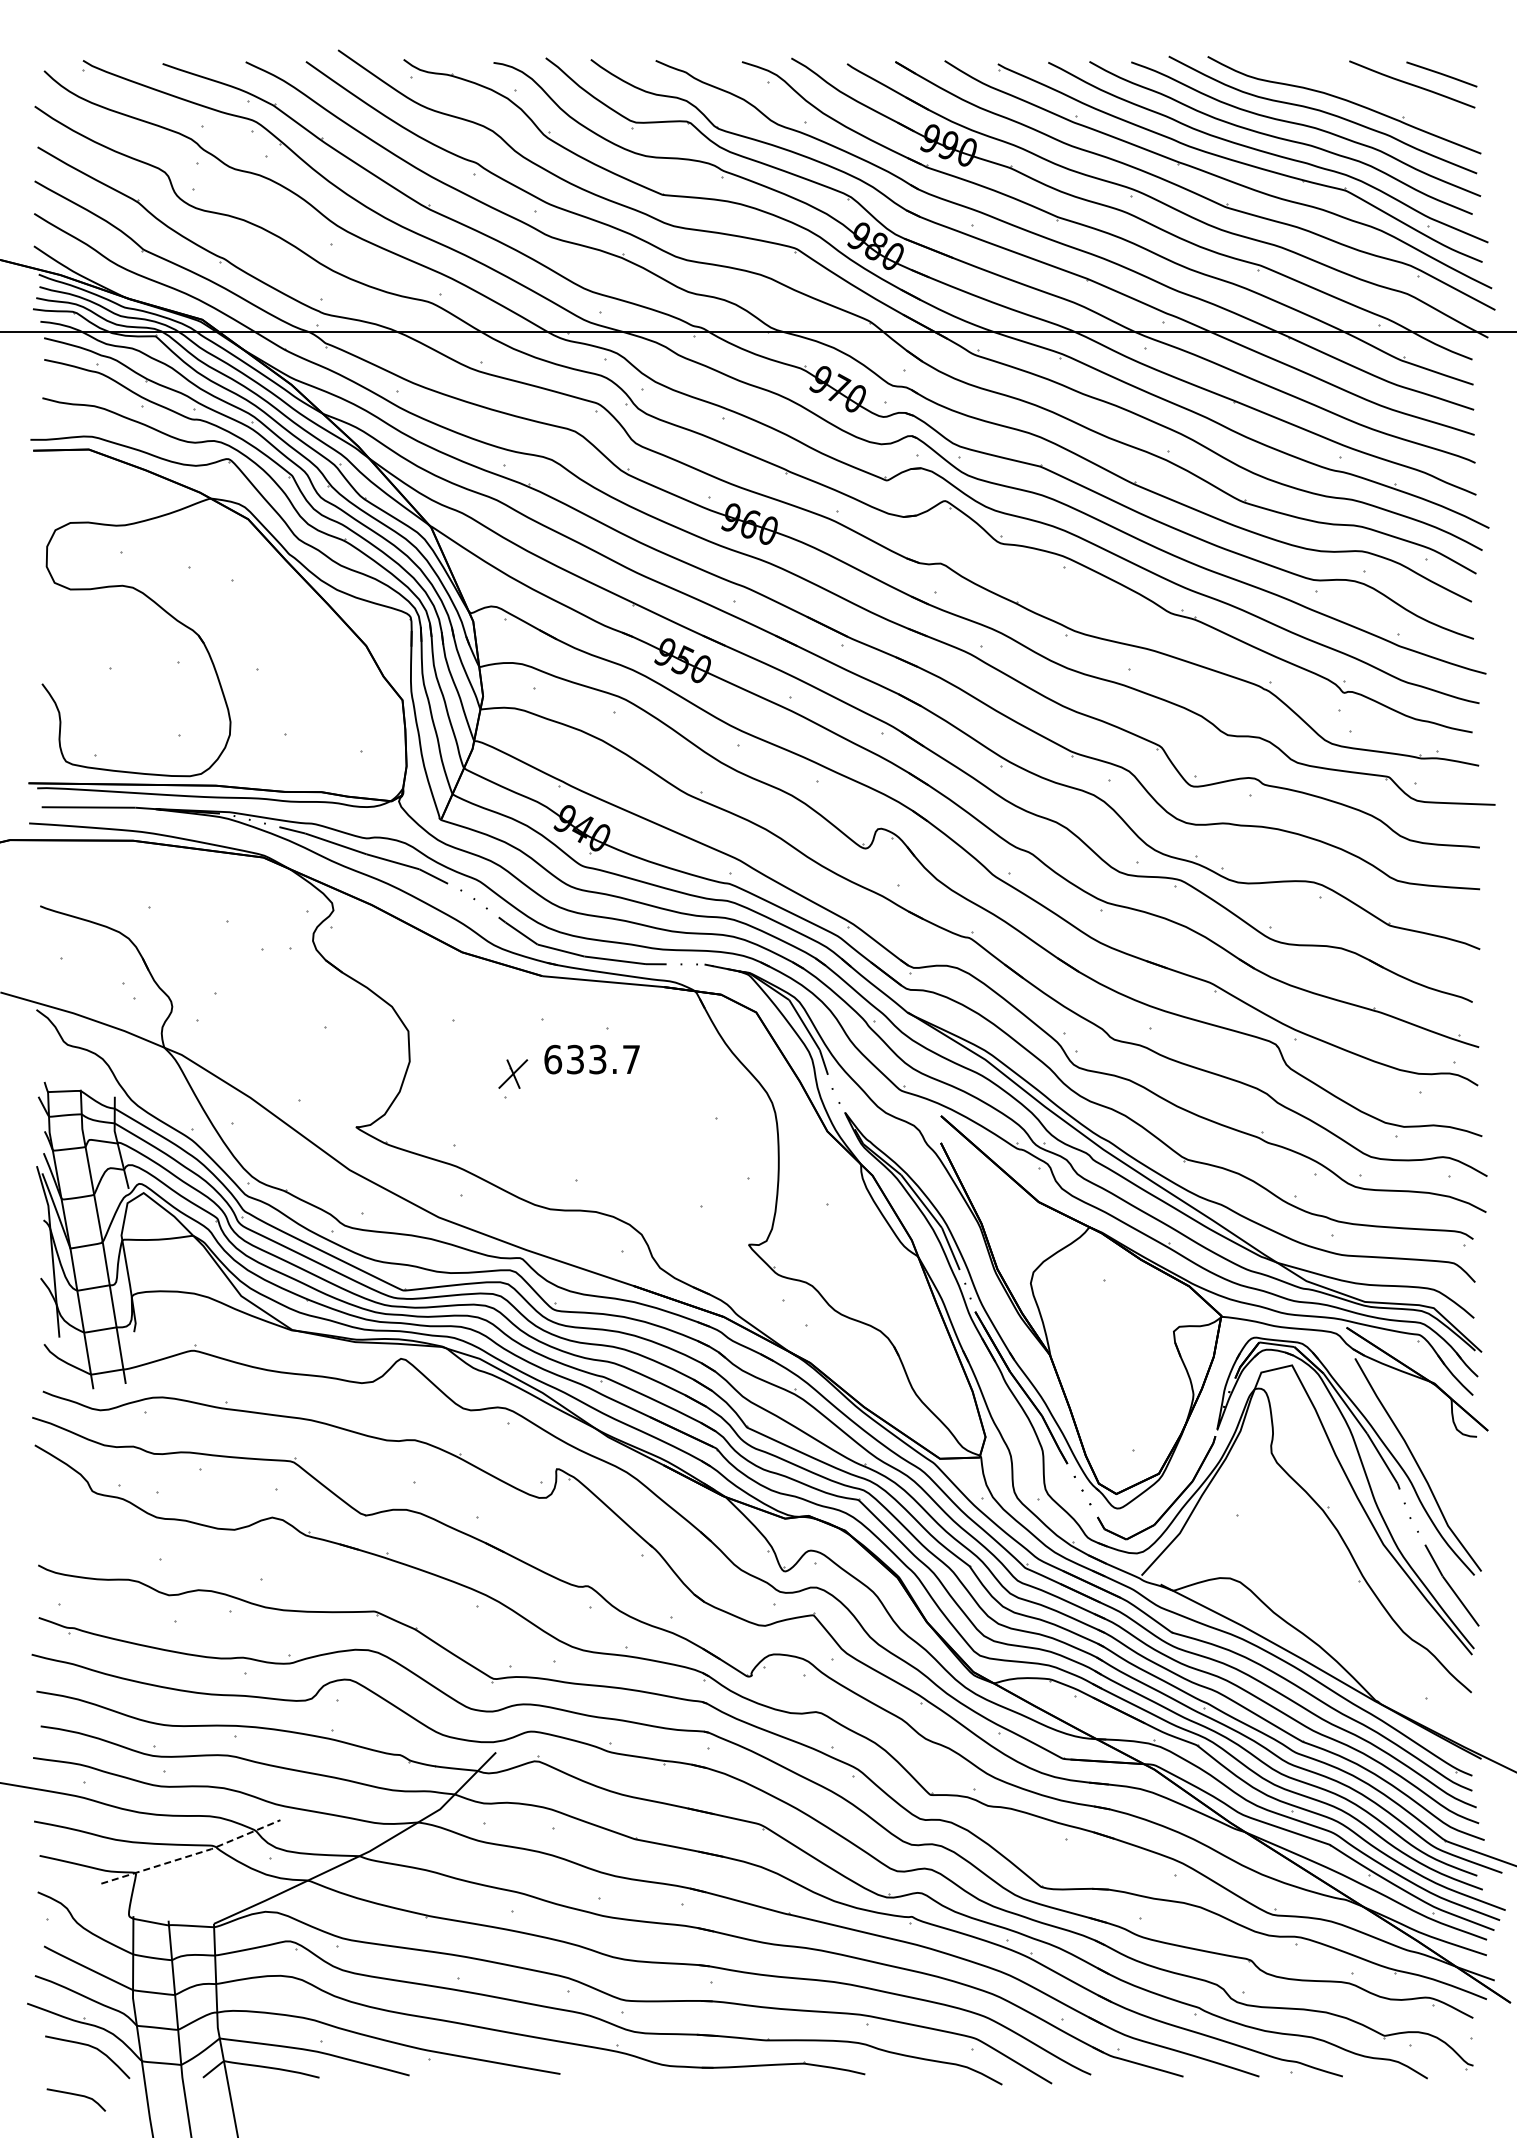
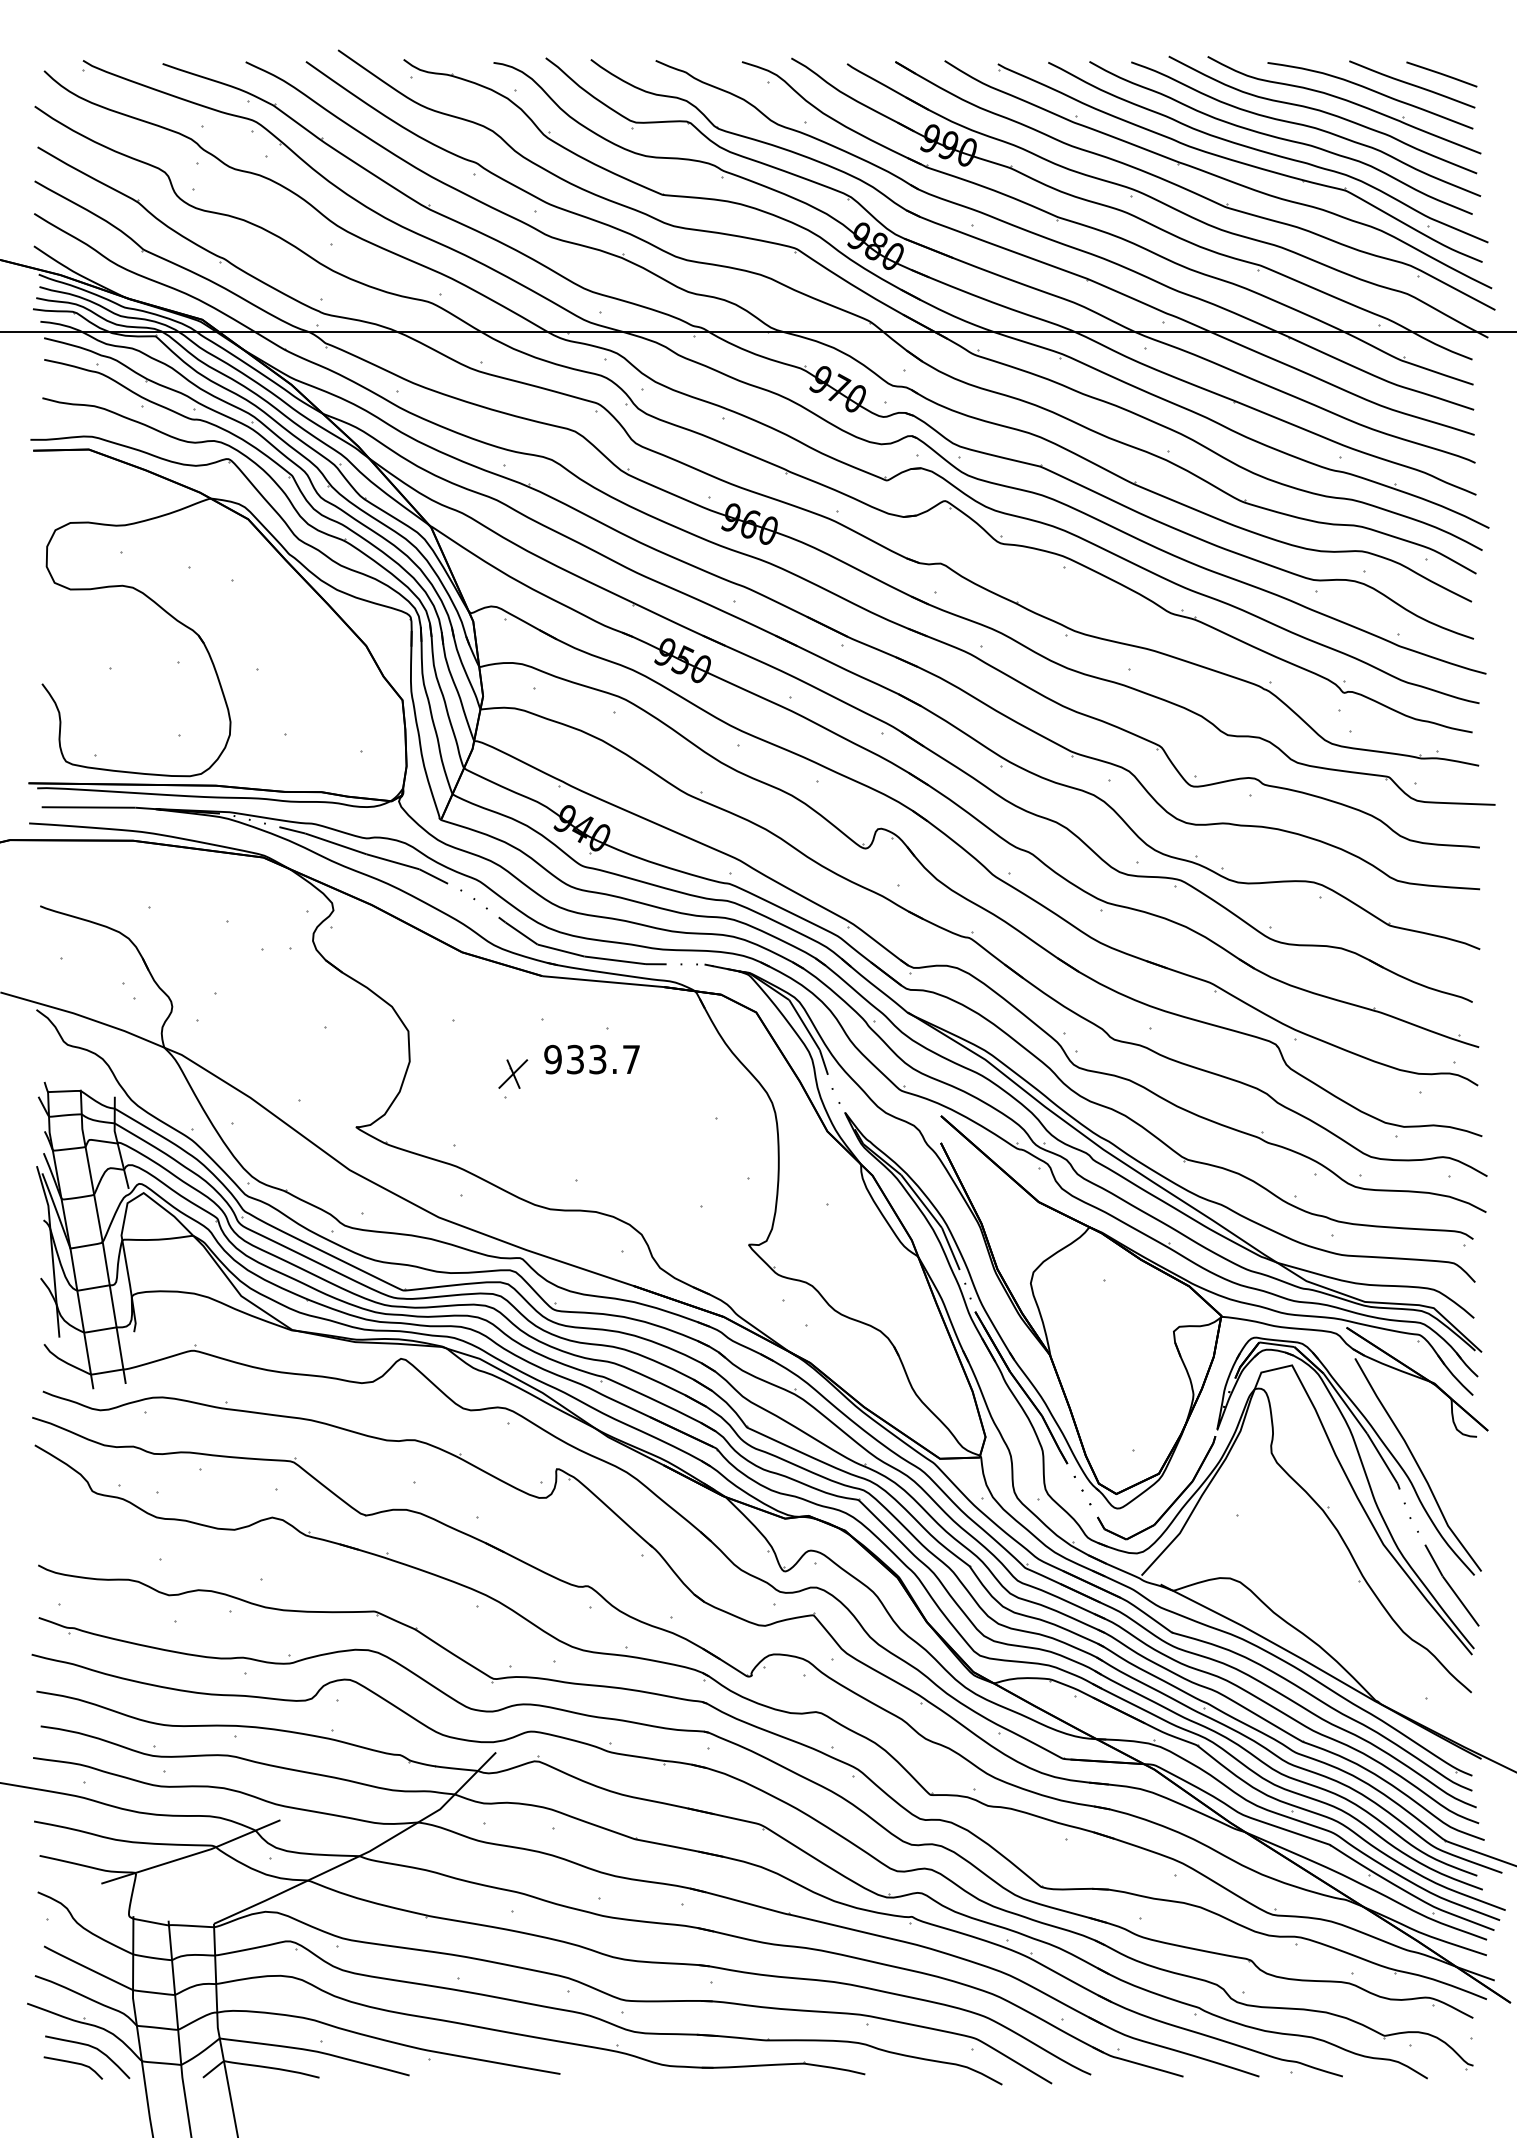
curve at (1372, 91): none -> present
text at (553, 1059): 633.7 -> 933.7
line at (192, 1855): dashed -> solid
curve at (76, 2095) position: (76, 2095) -> (73, 2063)
